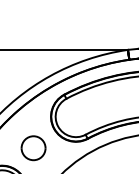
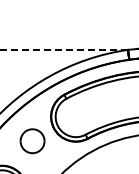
line at (64, 49): solid -> dashed
part at (33, 148) position: (33, 148) -> (32, 141)
